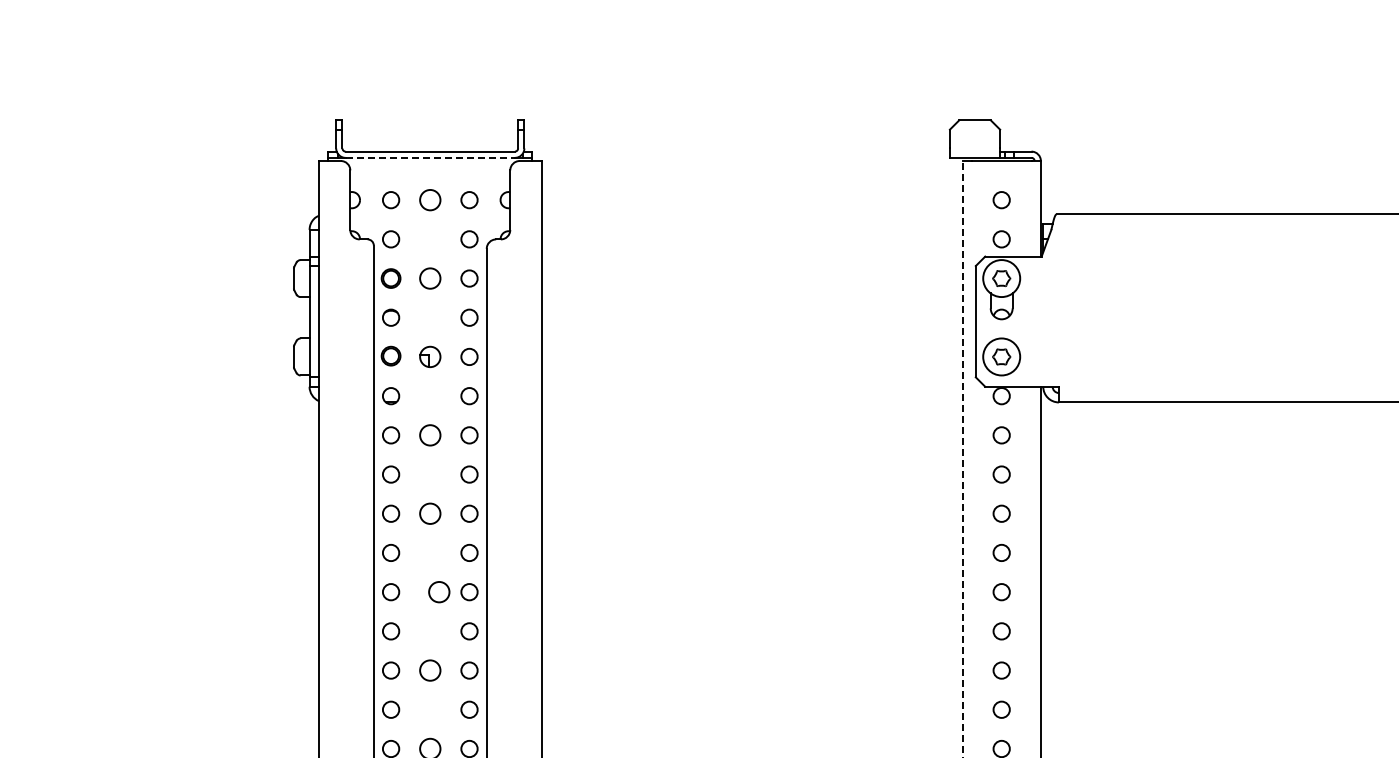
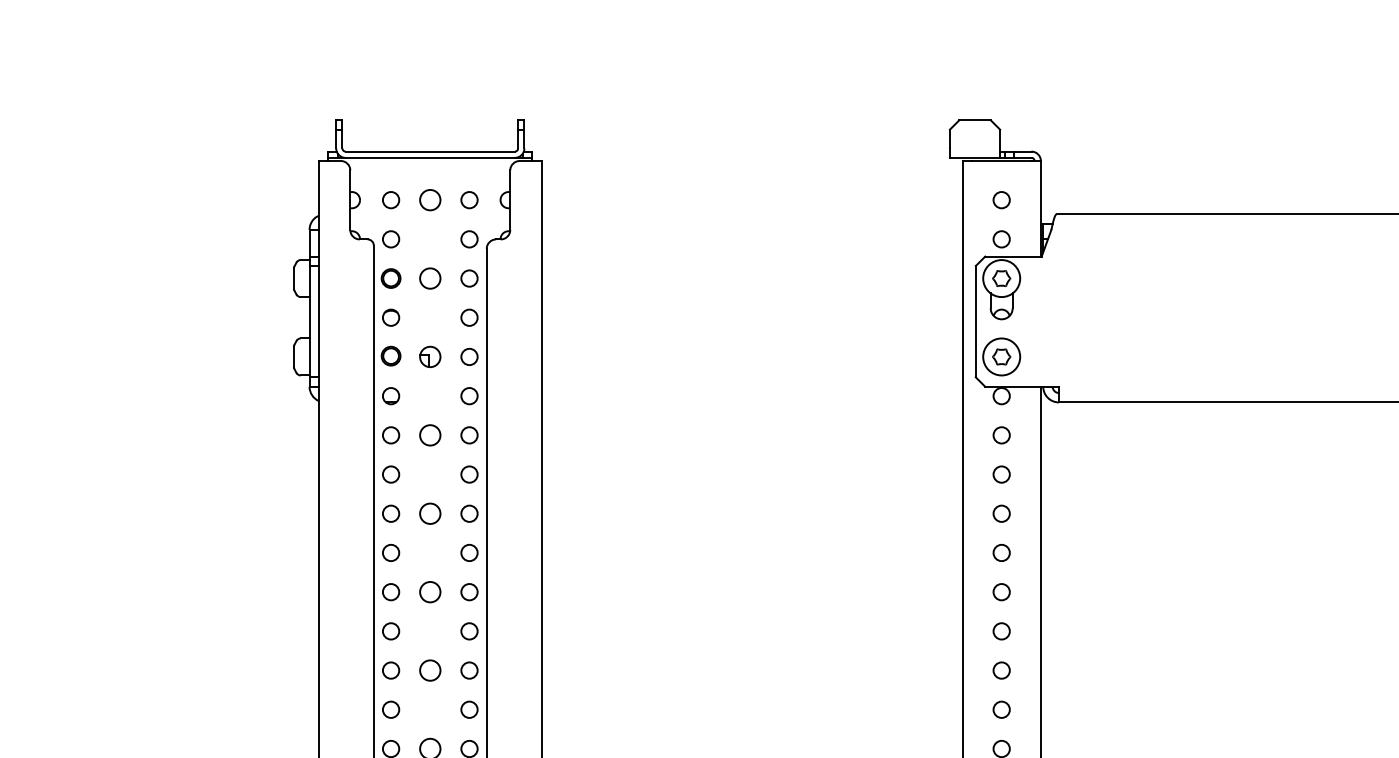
line at (430, 157): dashed -> solid
line at (962, 459): dashed -> solid
circle at (439, 592) position: (439, 592) -> (430, 592)
